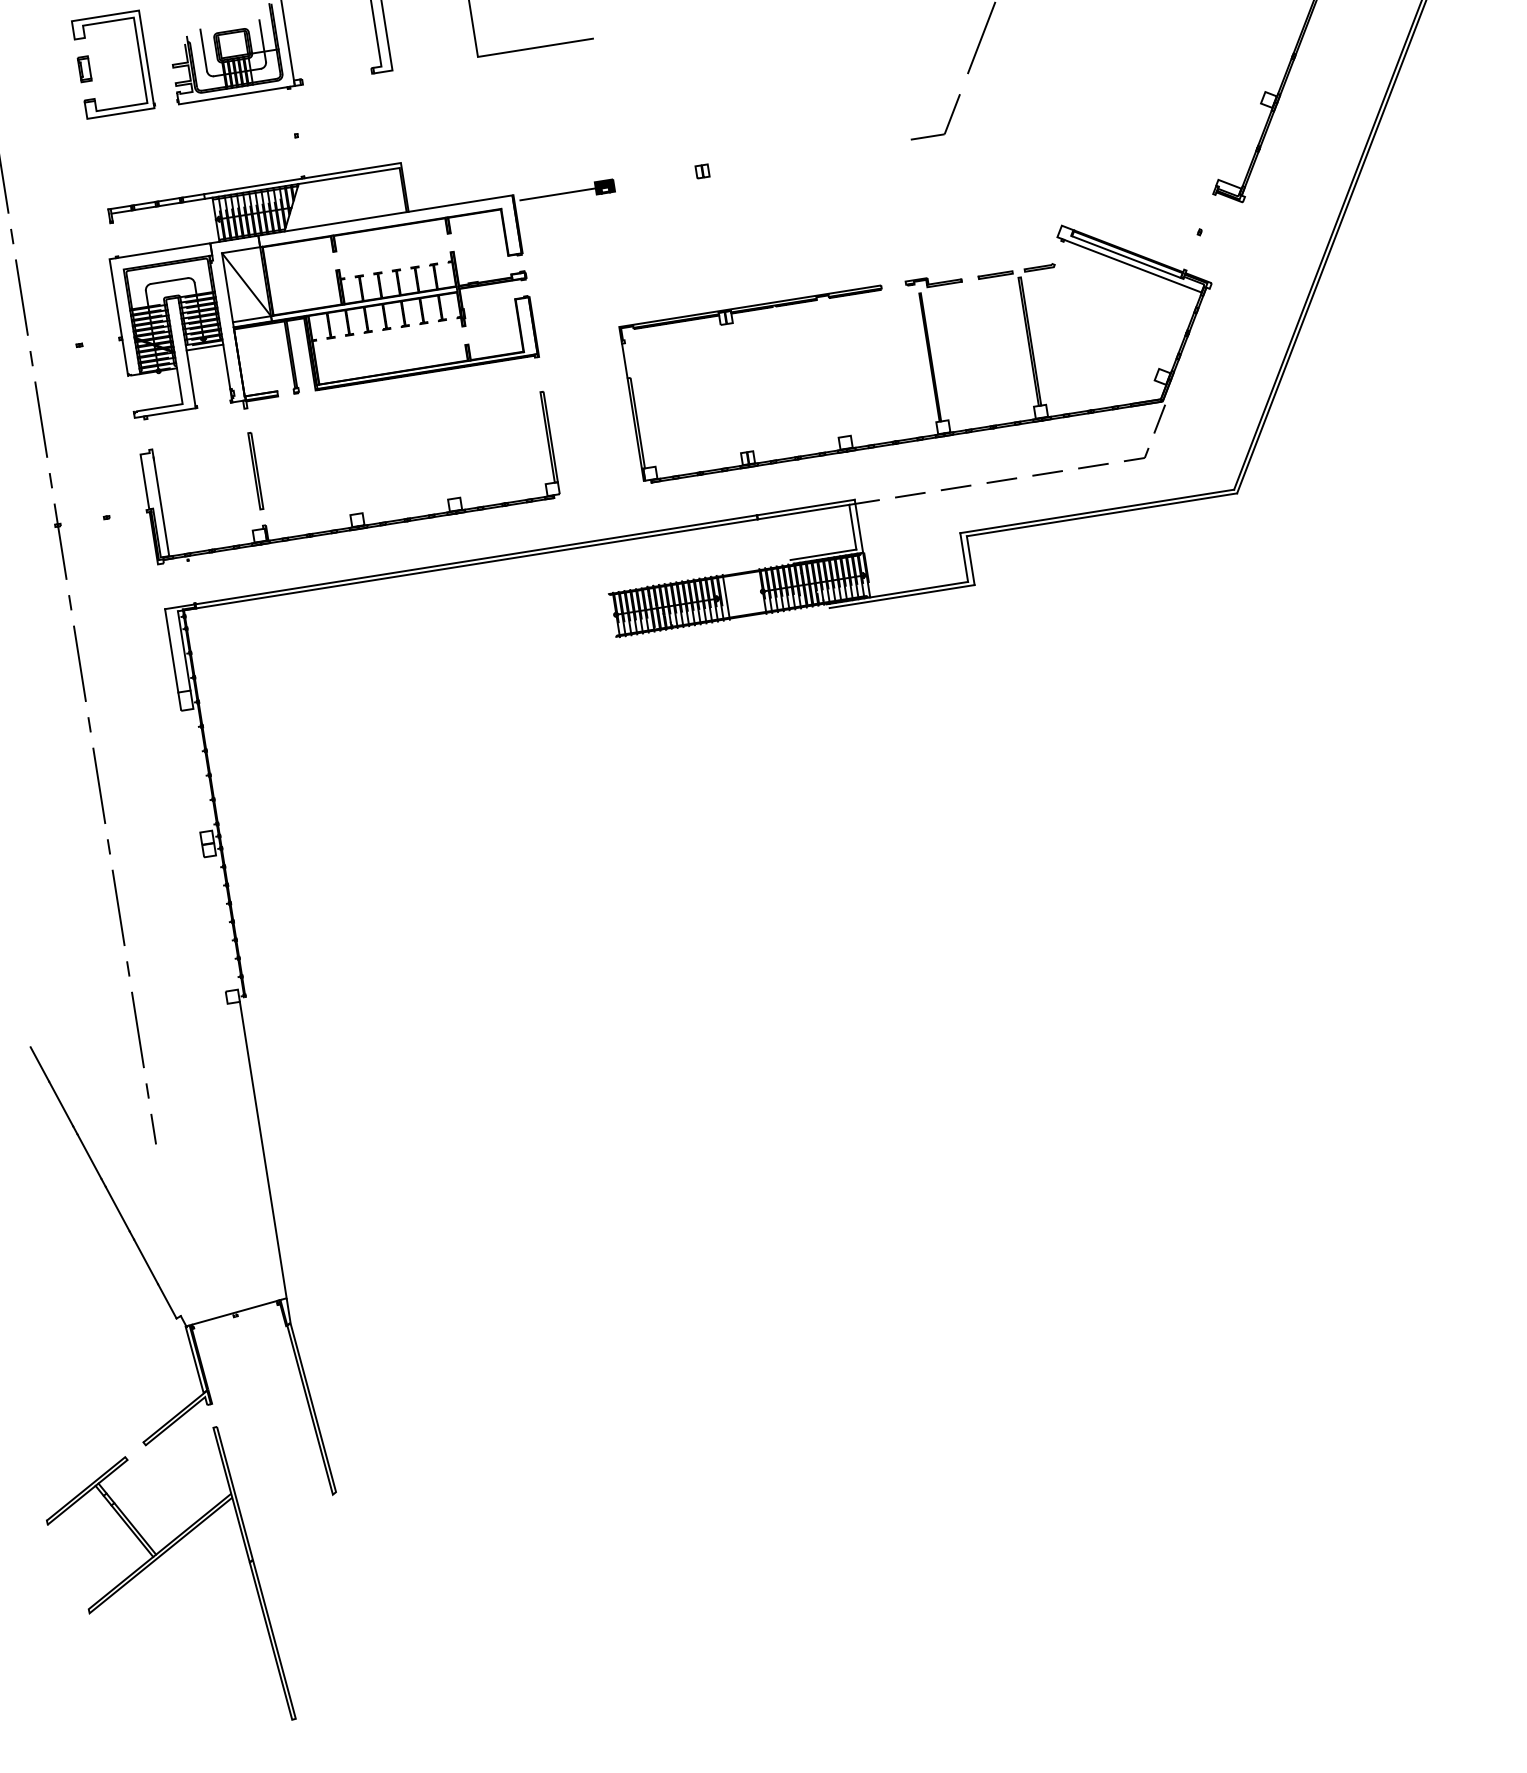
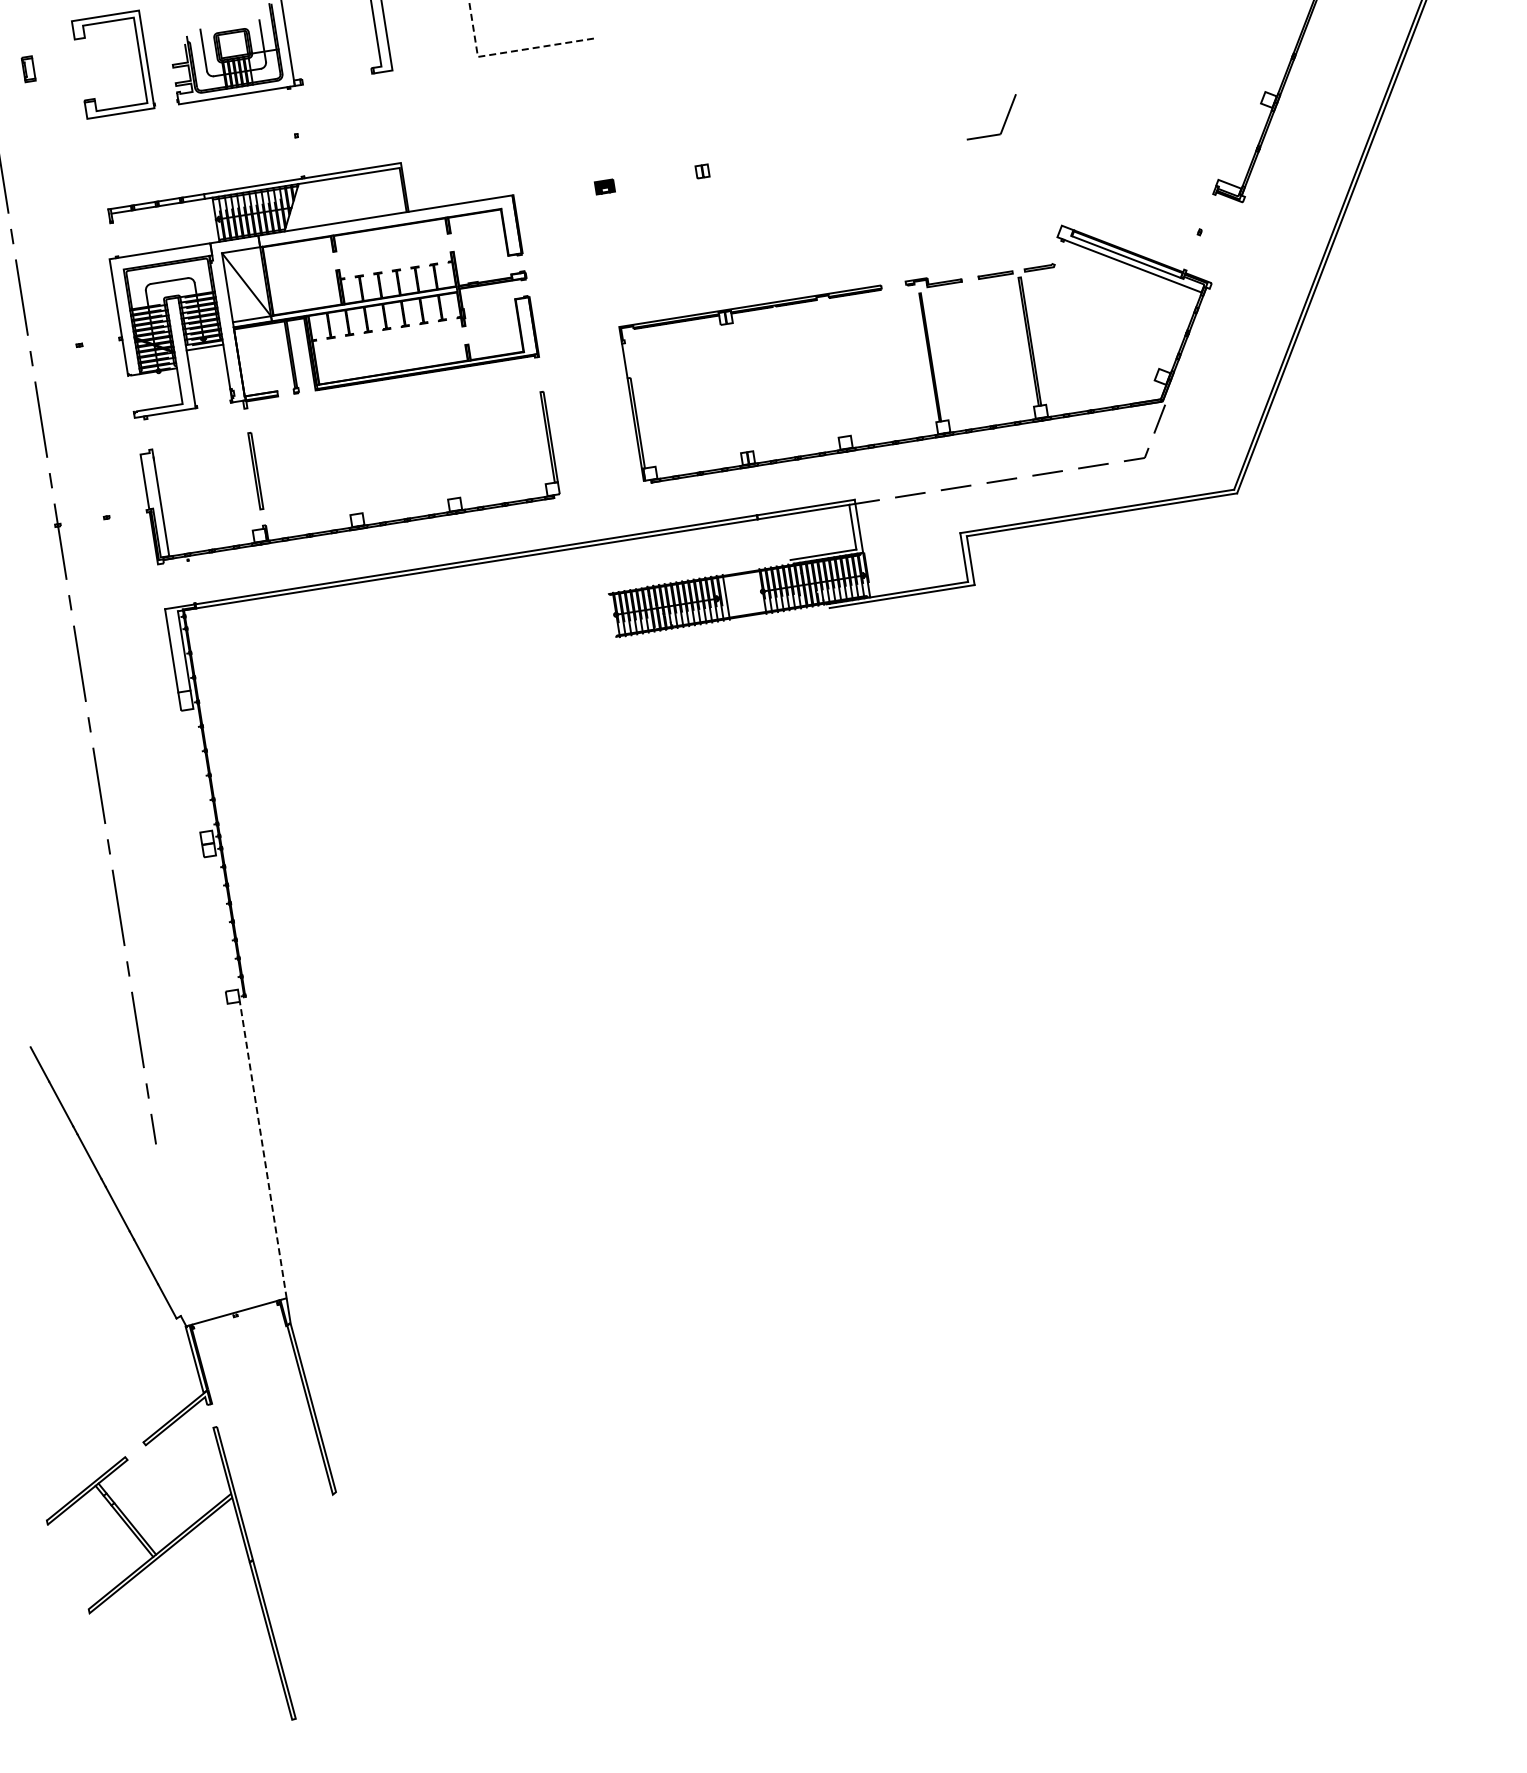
line at (979, 42): present -> none
line at (507, 52): solid -> dashed
part at (84, 69) position: (84, 69) -> (28, 69)
line at (947, 123) position: (947, 123) -> (1003, 123)
line at (553, 194): present -> none
line at (263, 1149): solid -> dashed
